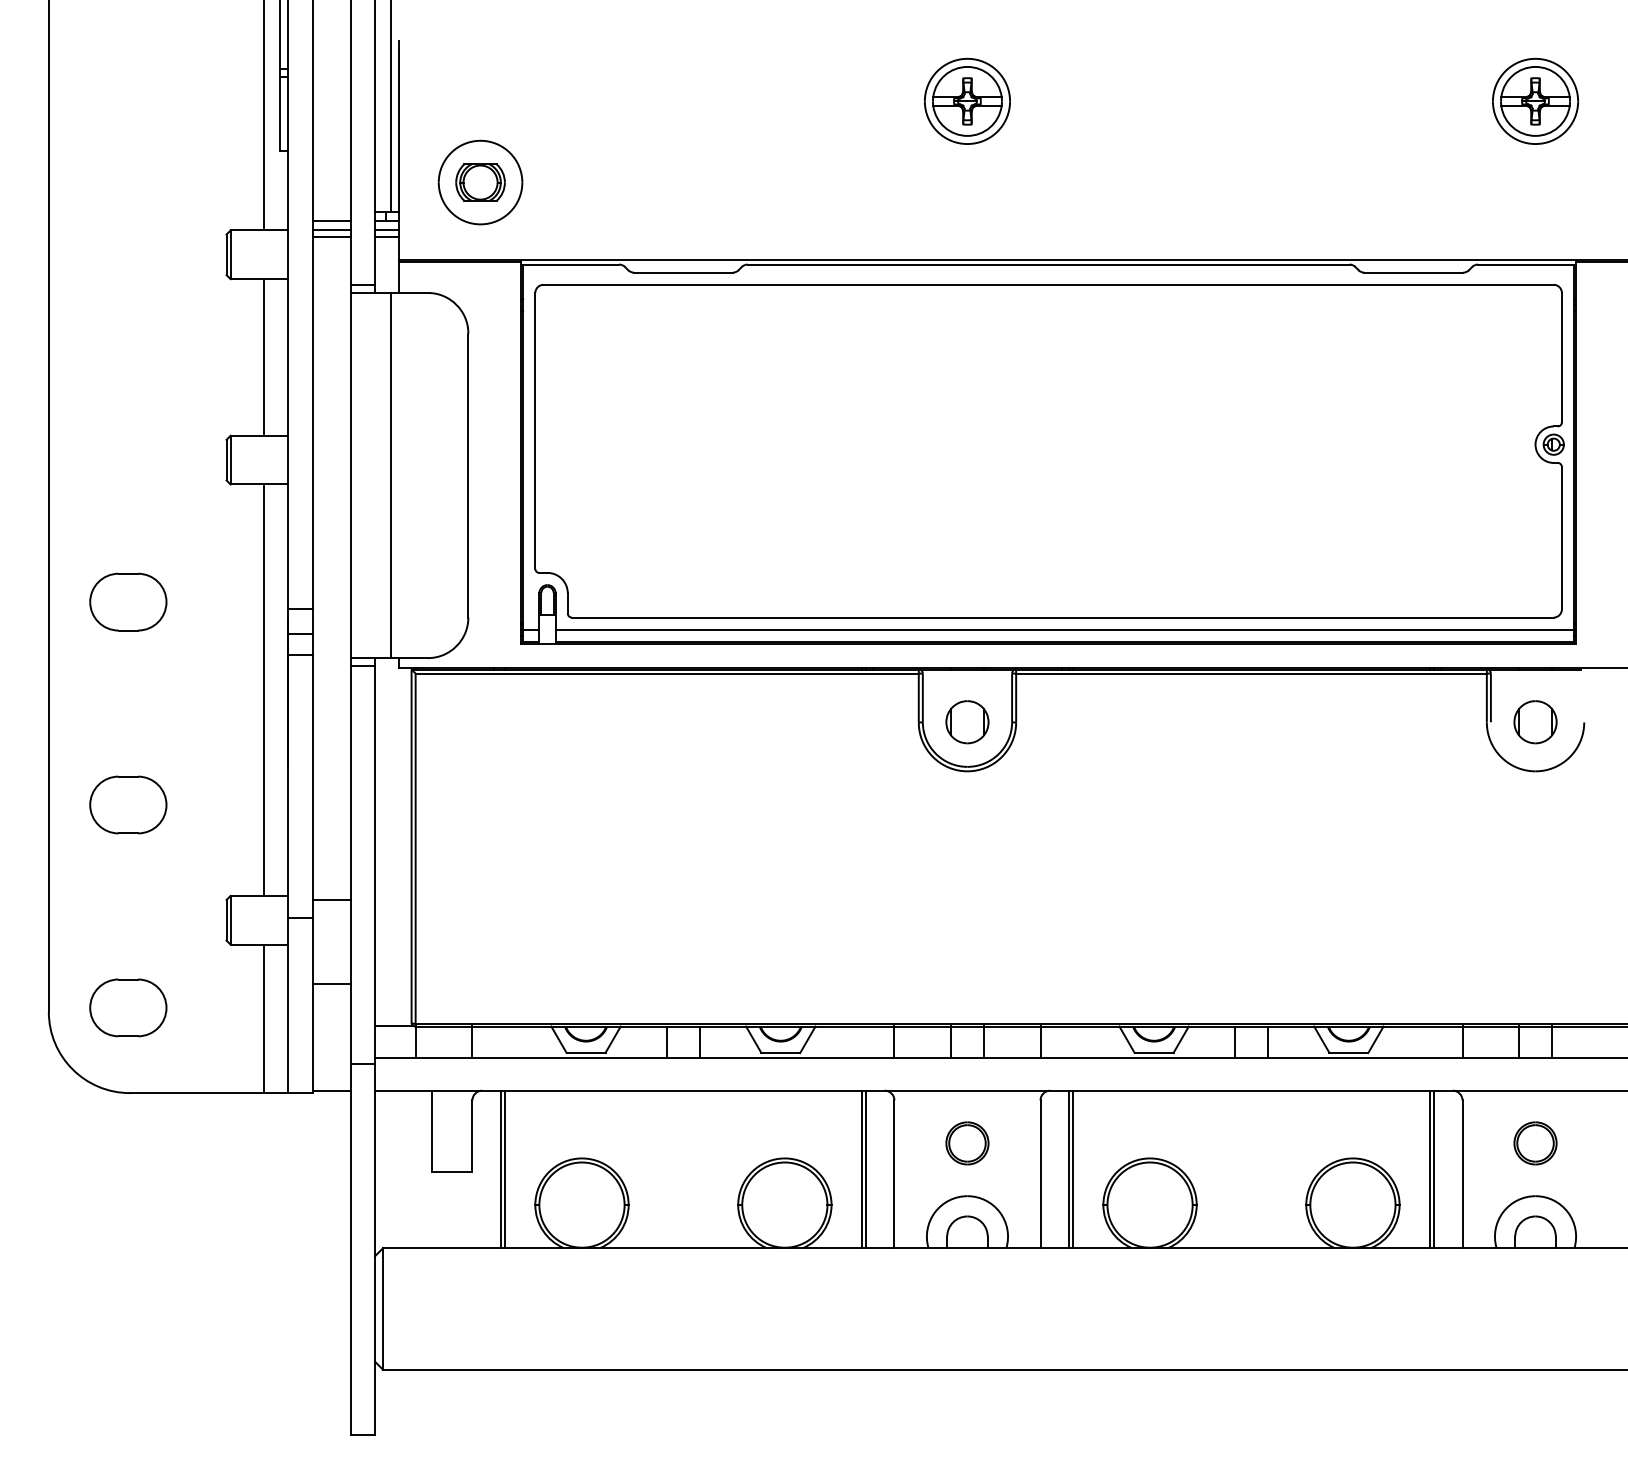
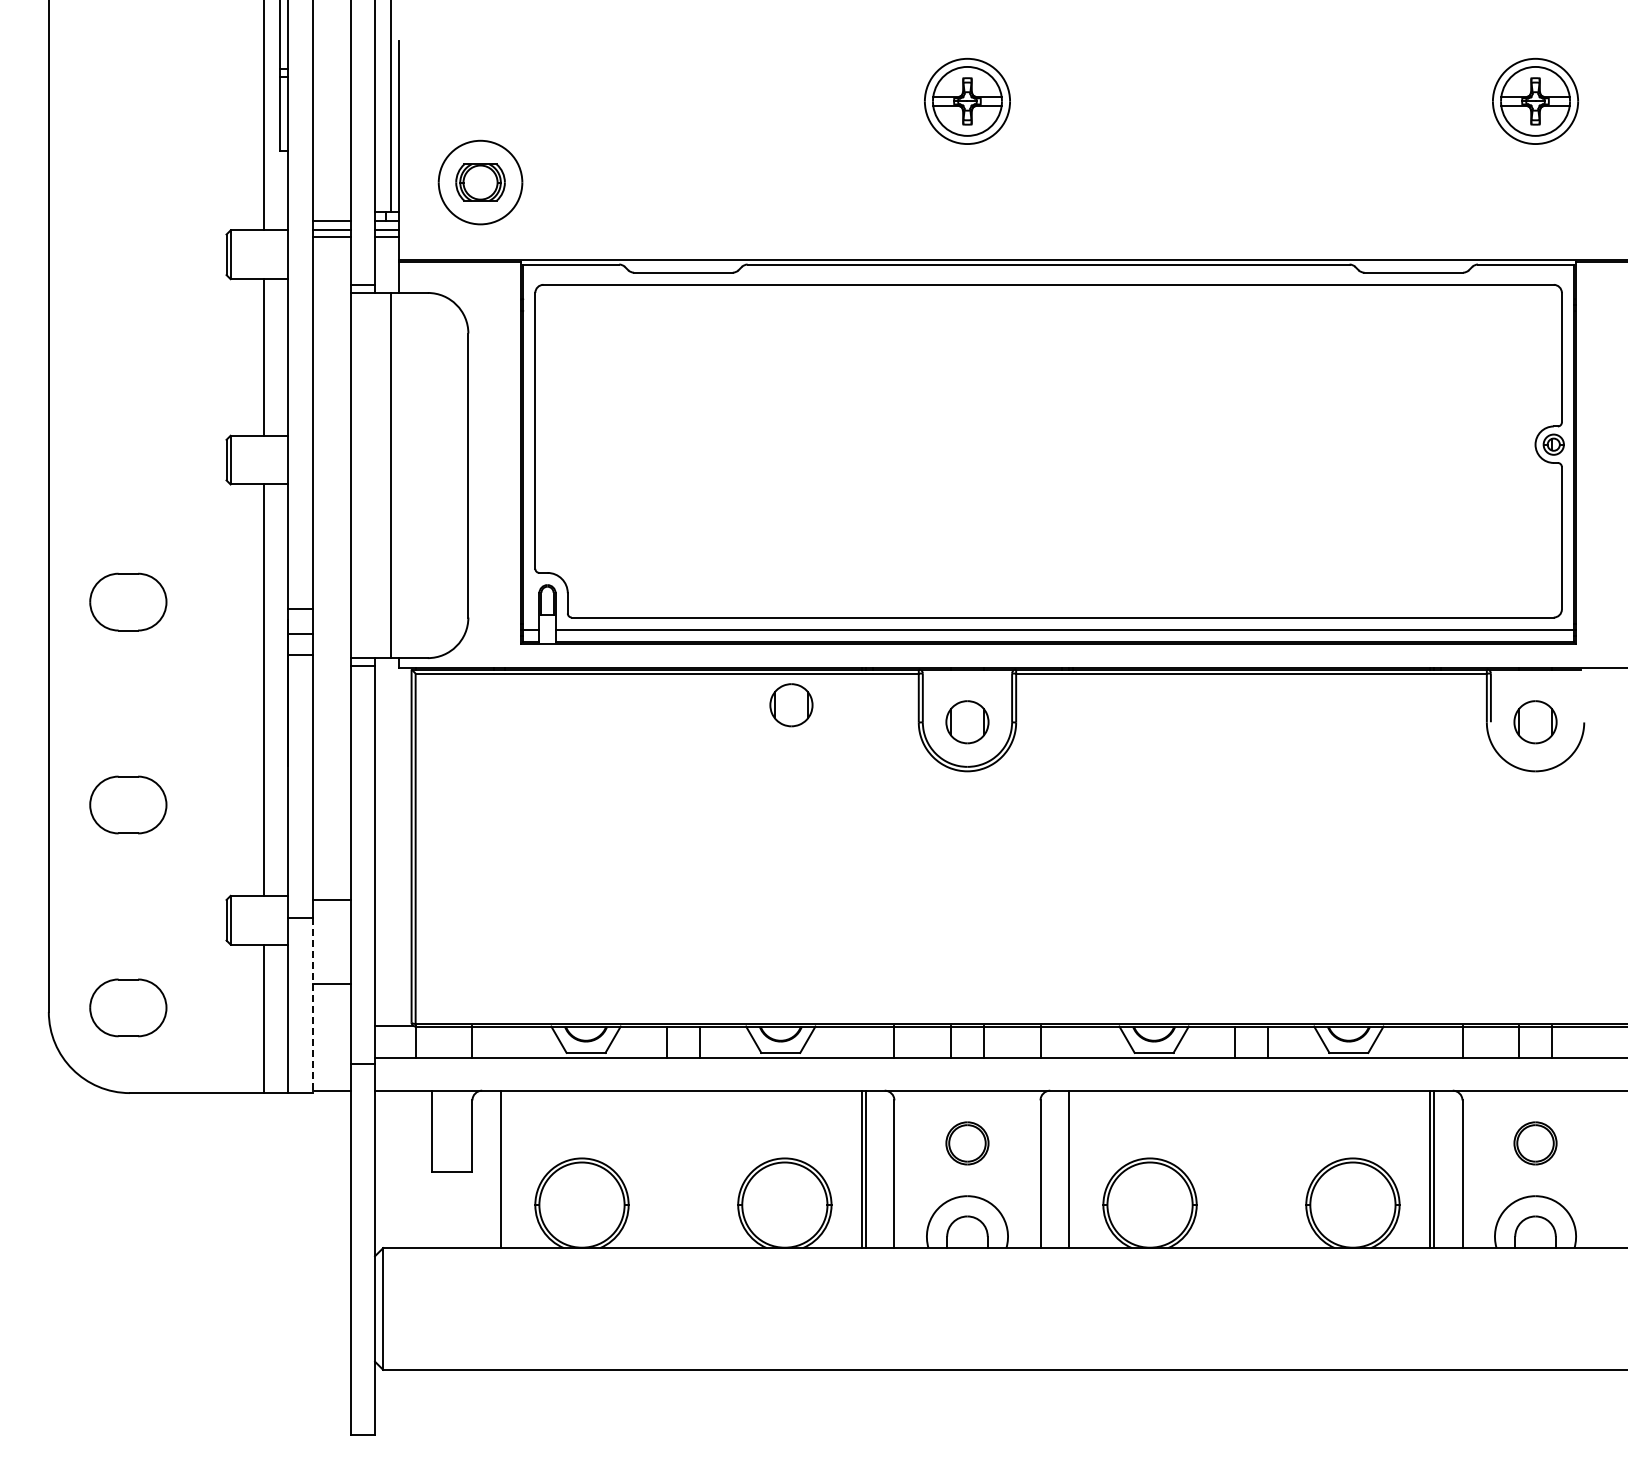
part at (791, 705): none -> present
line at (312, 1006): solid -> dashed
line at (504, 1169): present -> none
line at (1072, 1169): present -> none
